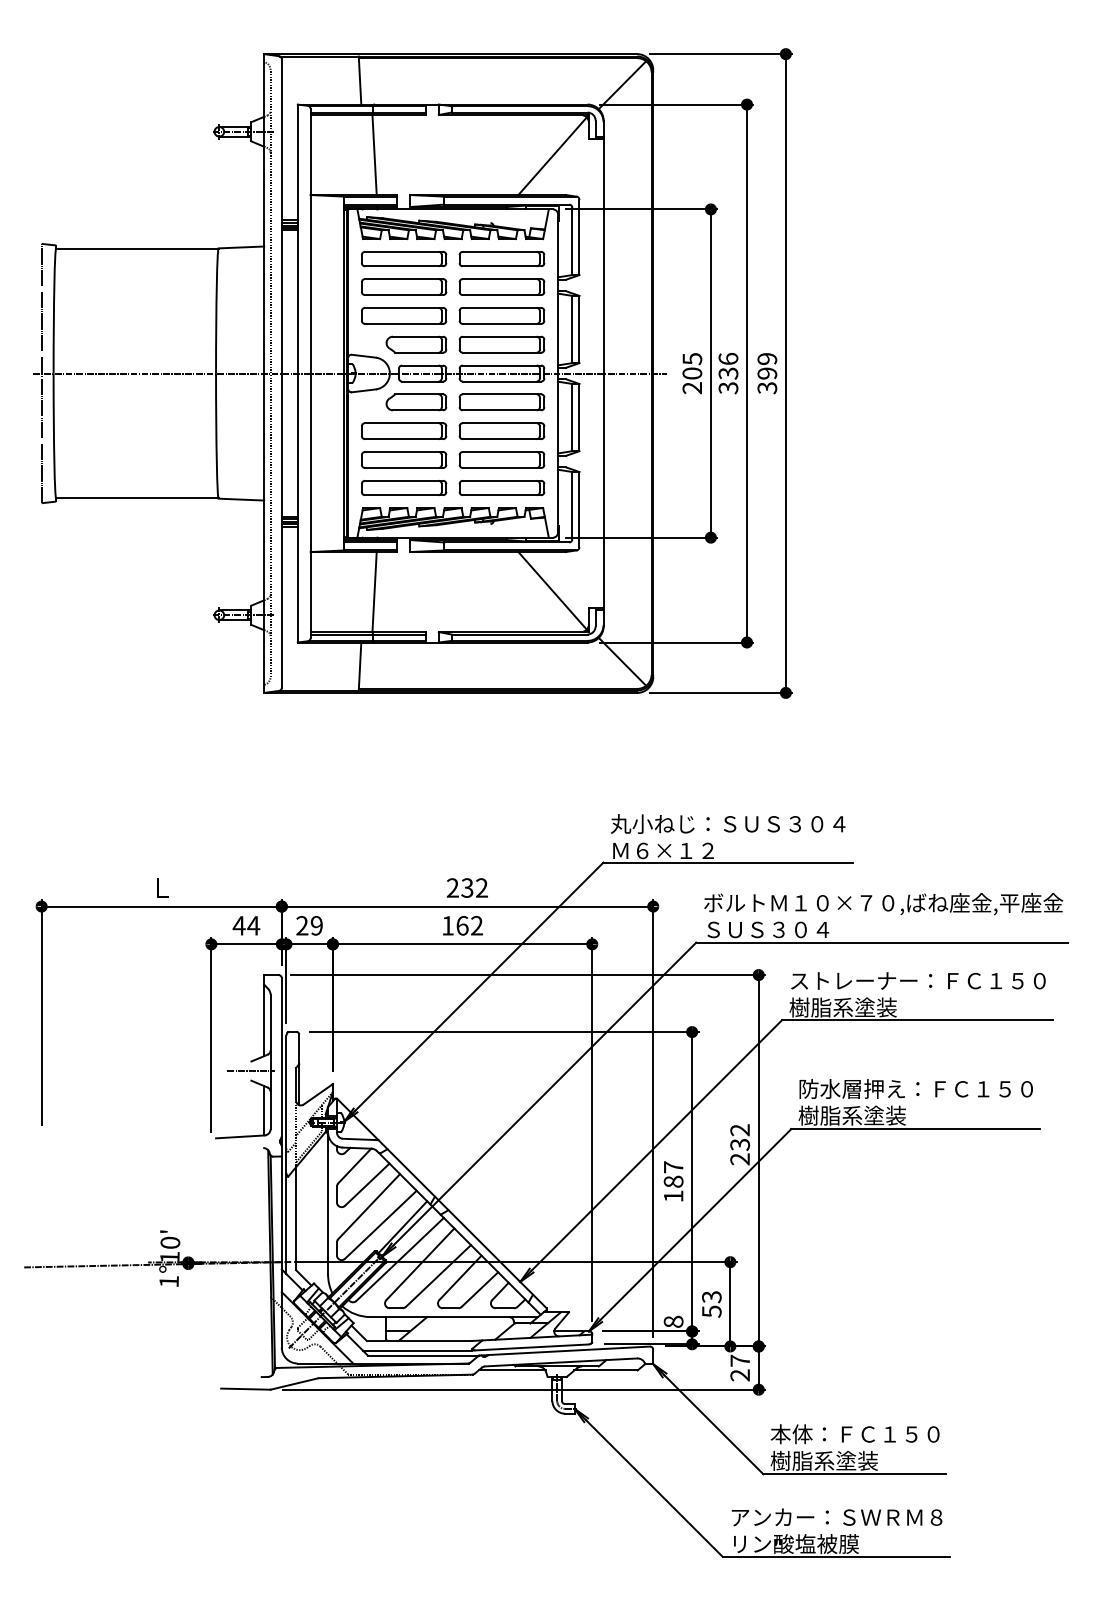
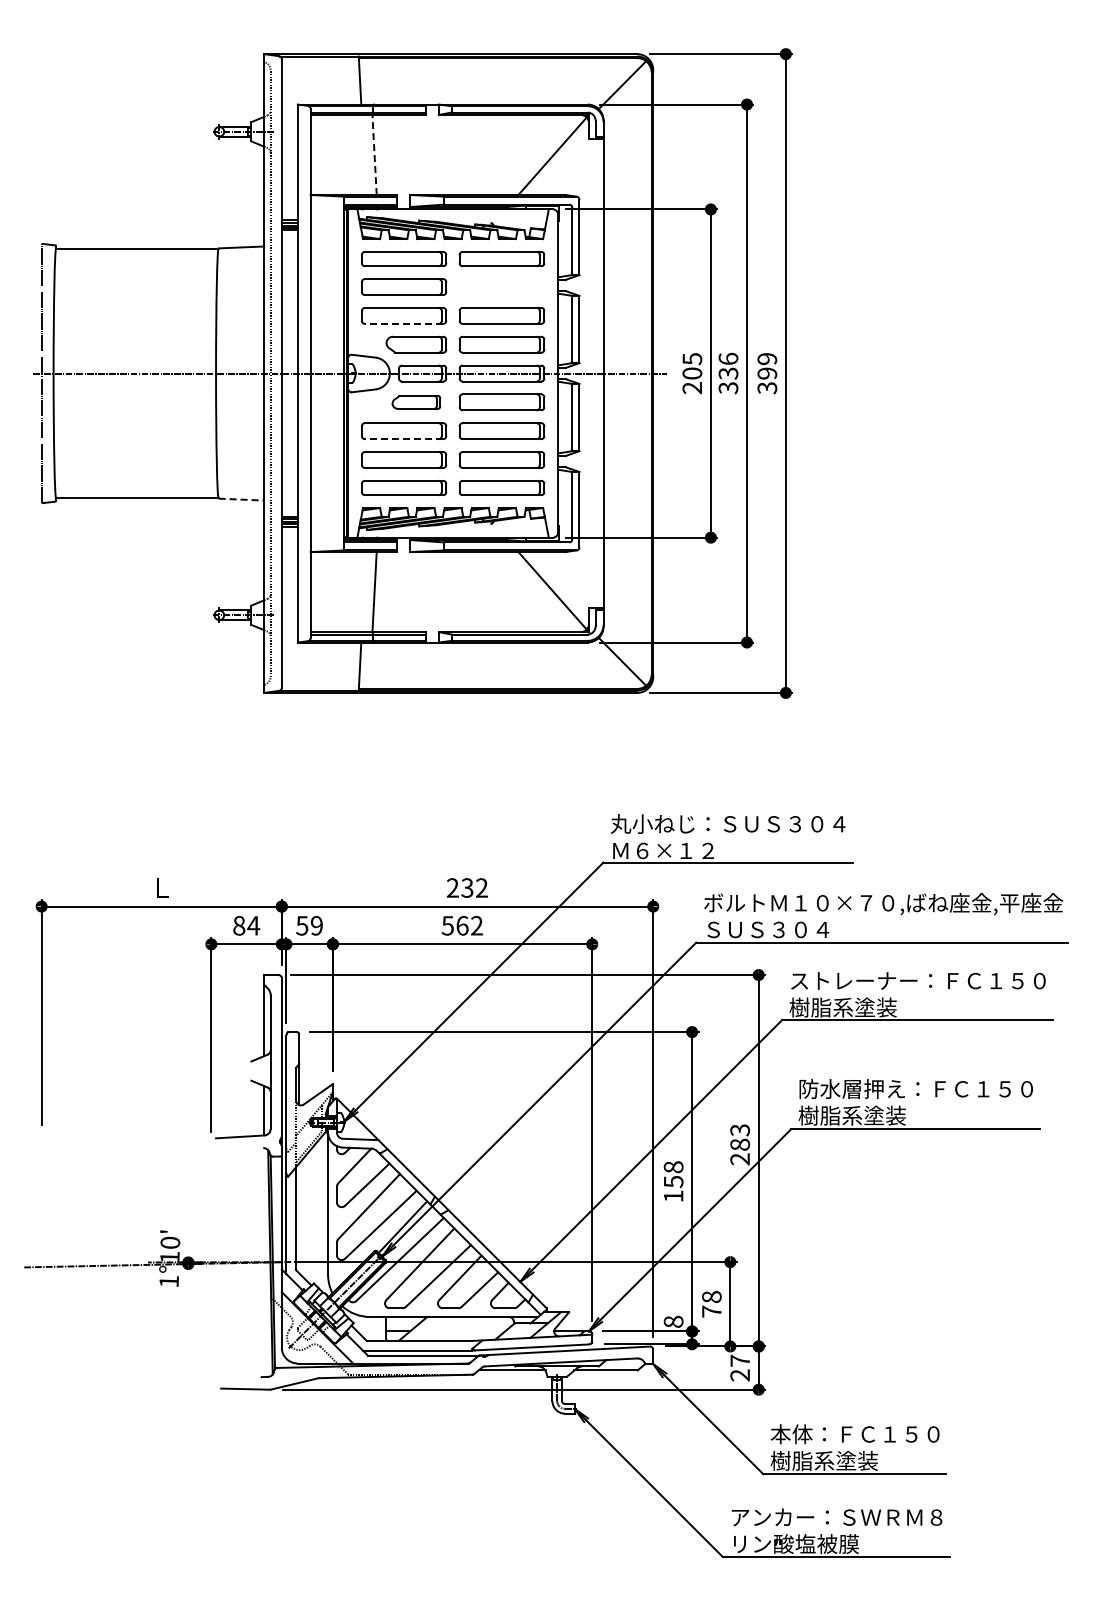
line at (374, 154): solid -> dashed
part at (501, 286): present -> none
line at (403, 323): solid -> dashed
part at (416, 402) size: 63x19 px -> 51x15 px
line at (403, 439): solid -> dashed
line at (241, 499): solid -> dashed
text at (238, 925): 44 -> 84
text at (302, 925): 29 -> 59
text at (447, 925): 162 -> 562
line at (251, 1071): present -> none
text at (740, 1137): 232 -> 283
text at (673, 1174): 187 -> 158
text at (711, 1304): 53 -> 78
